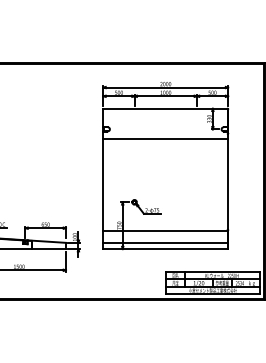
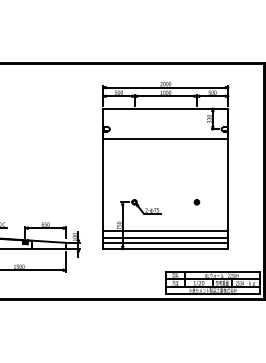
part at (196, 202): none -> present
line at (165, 237): none -> present
